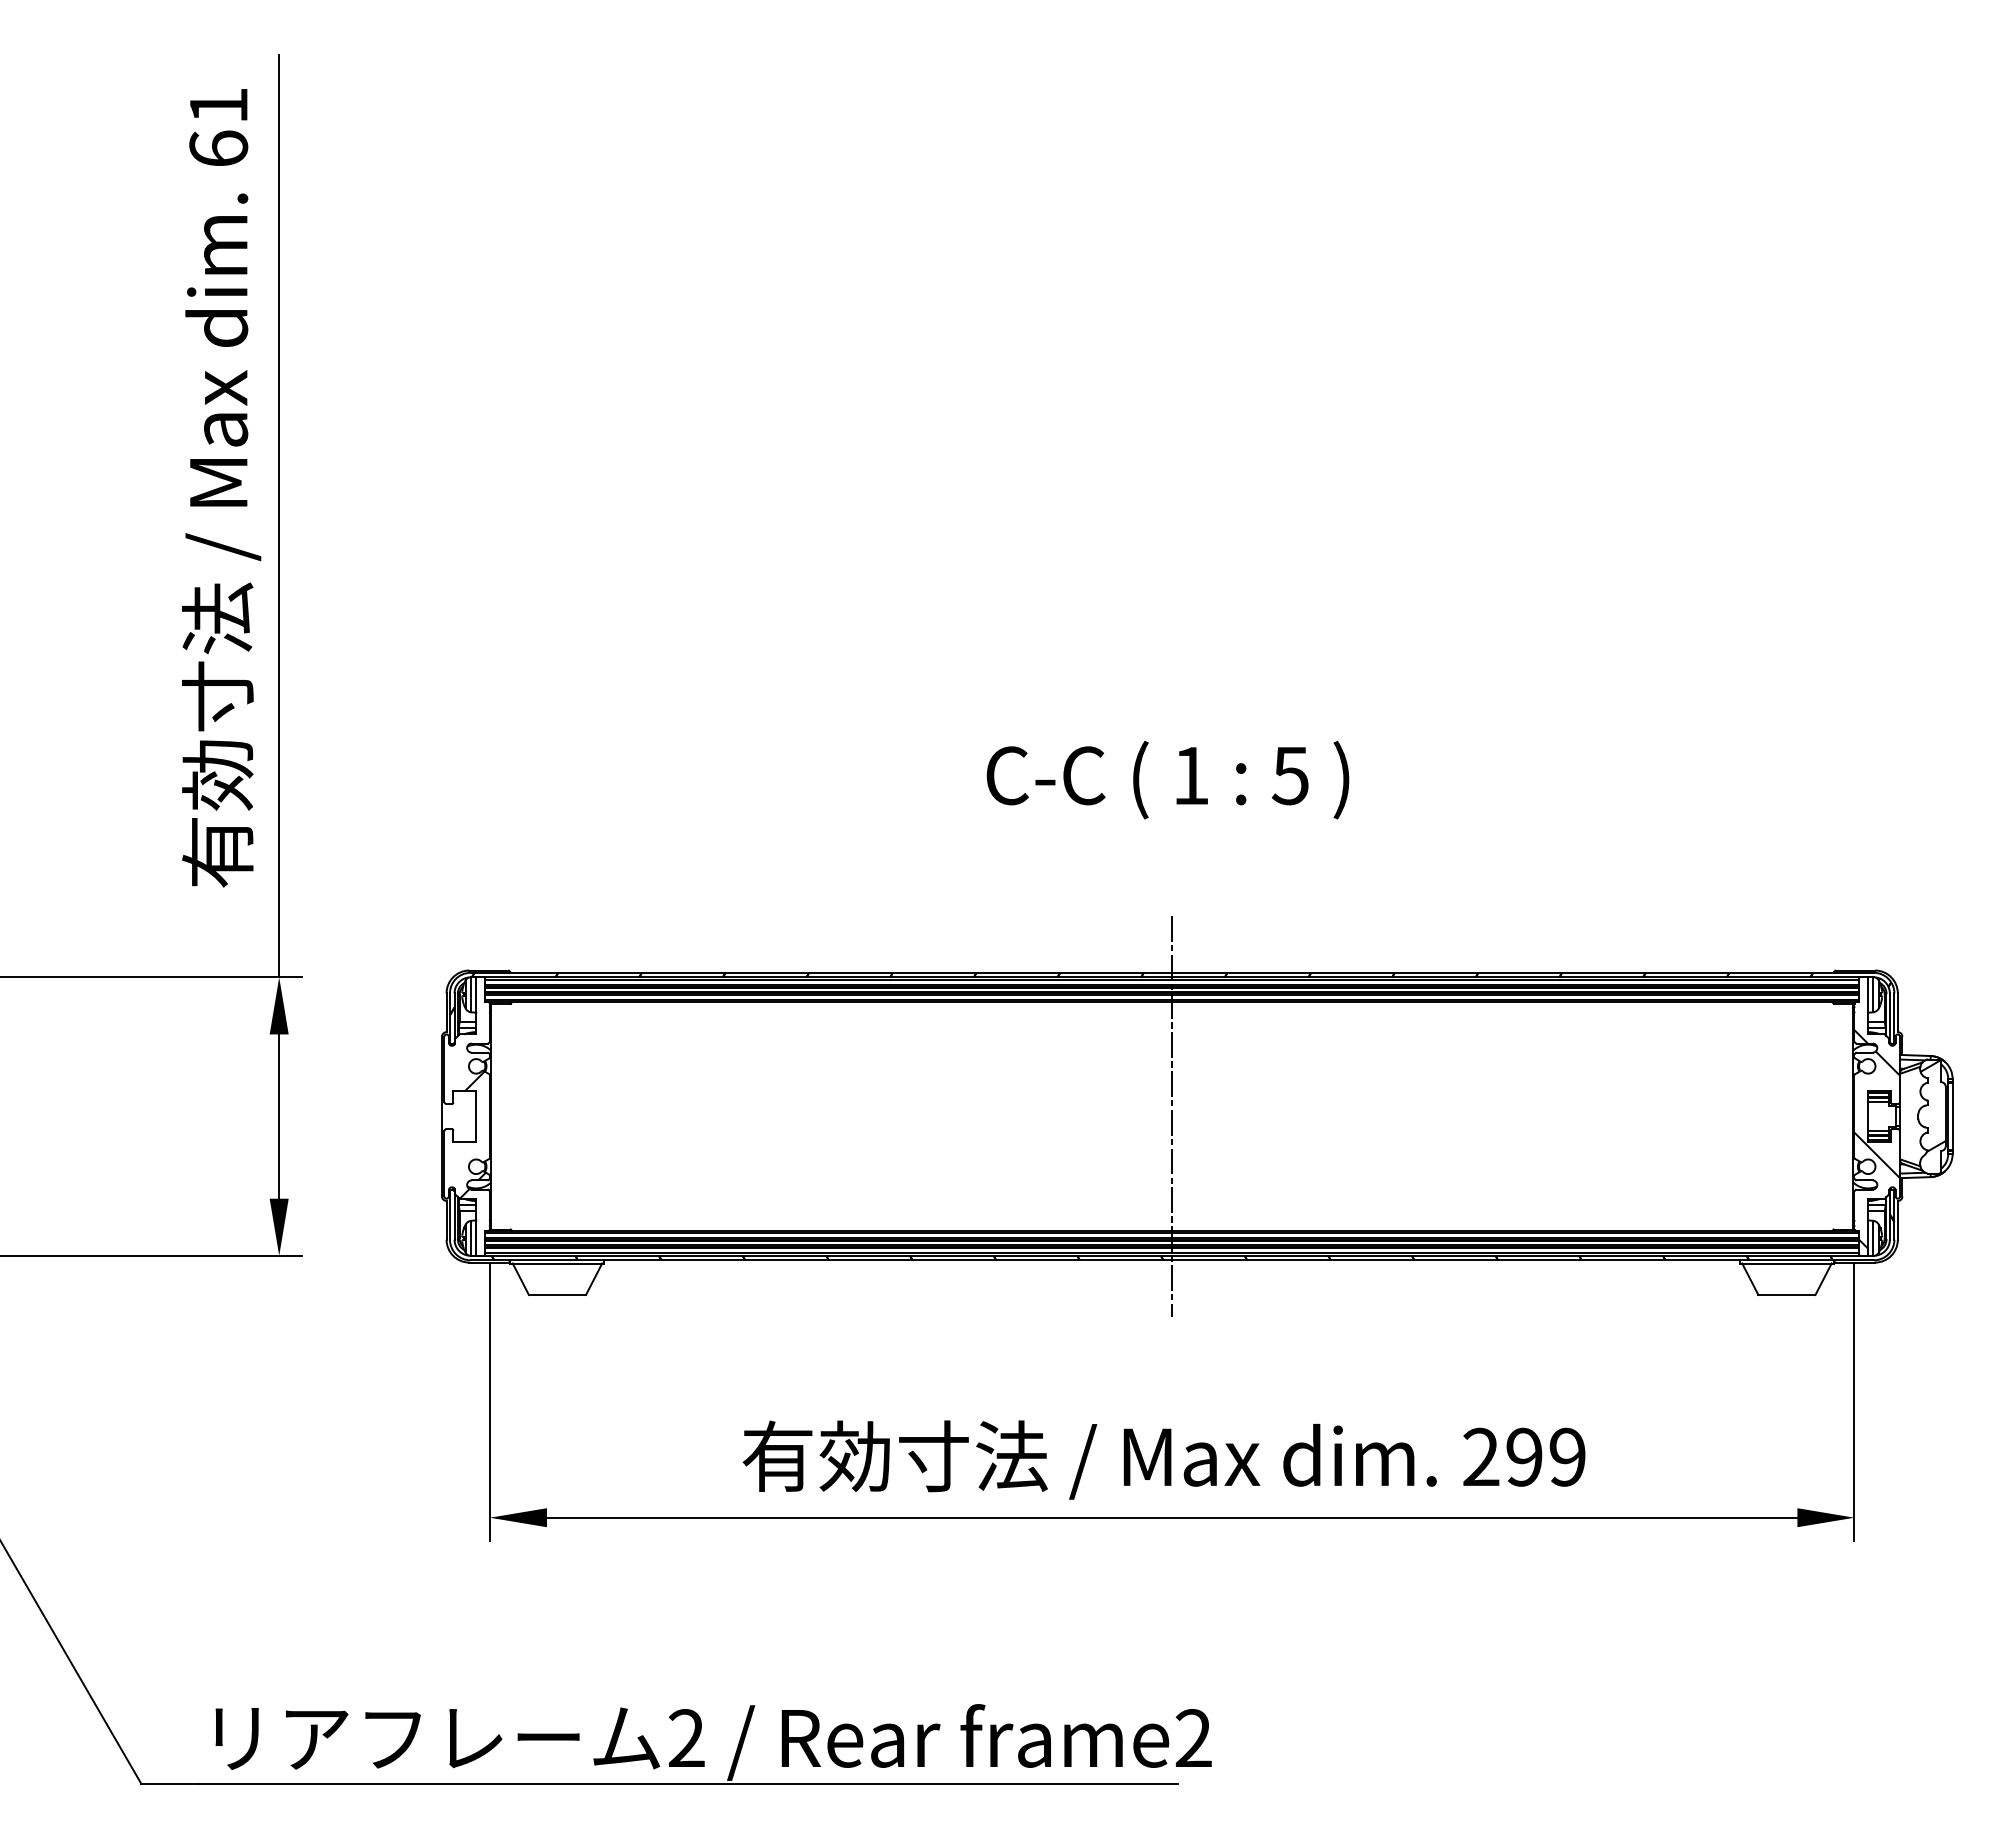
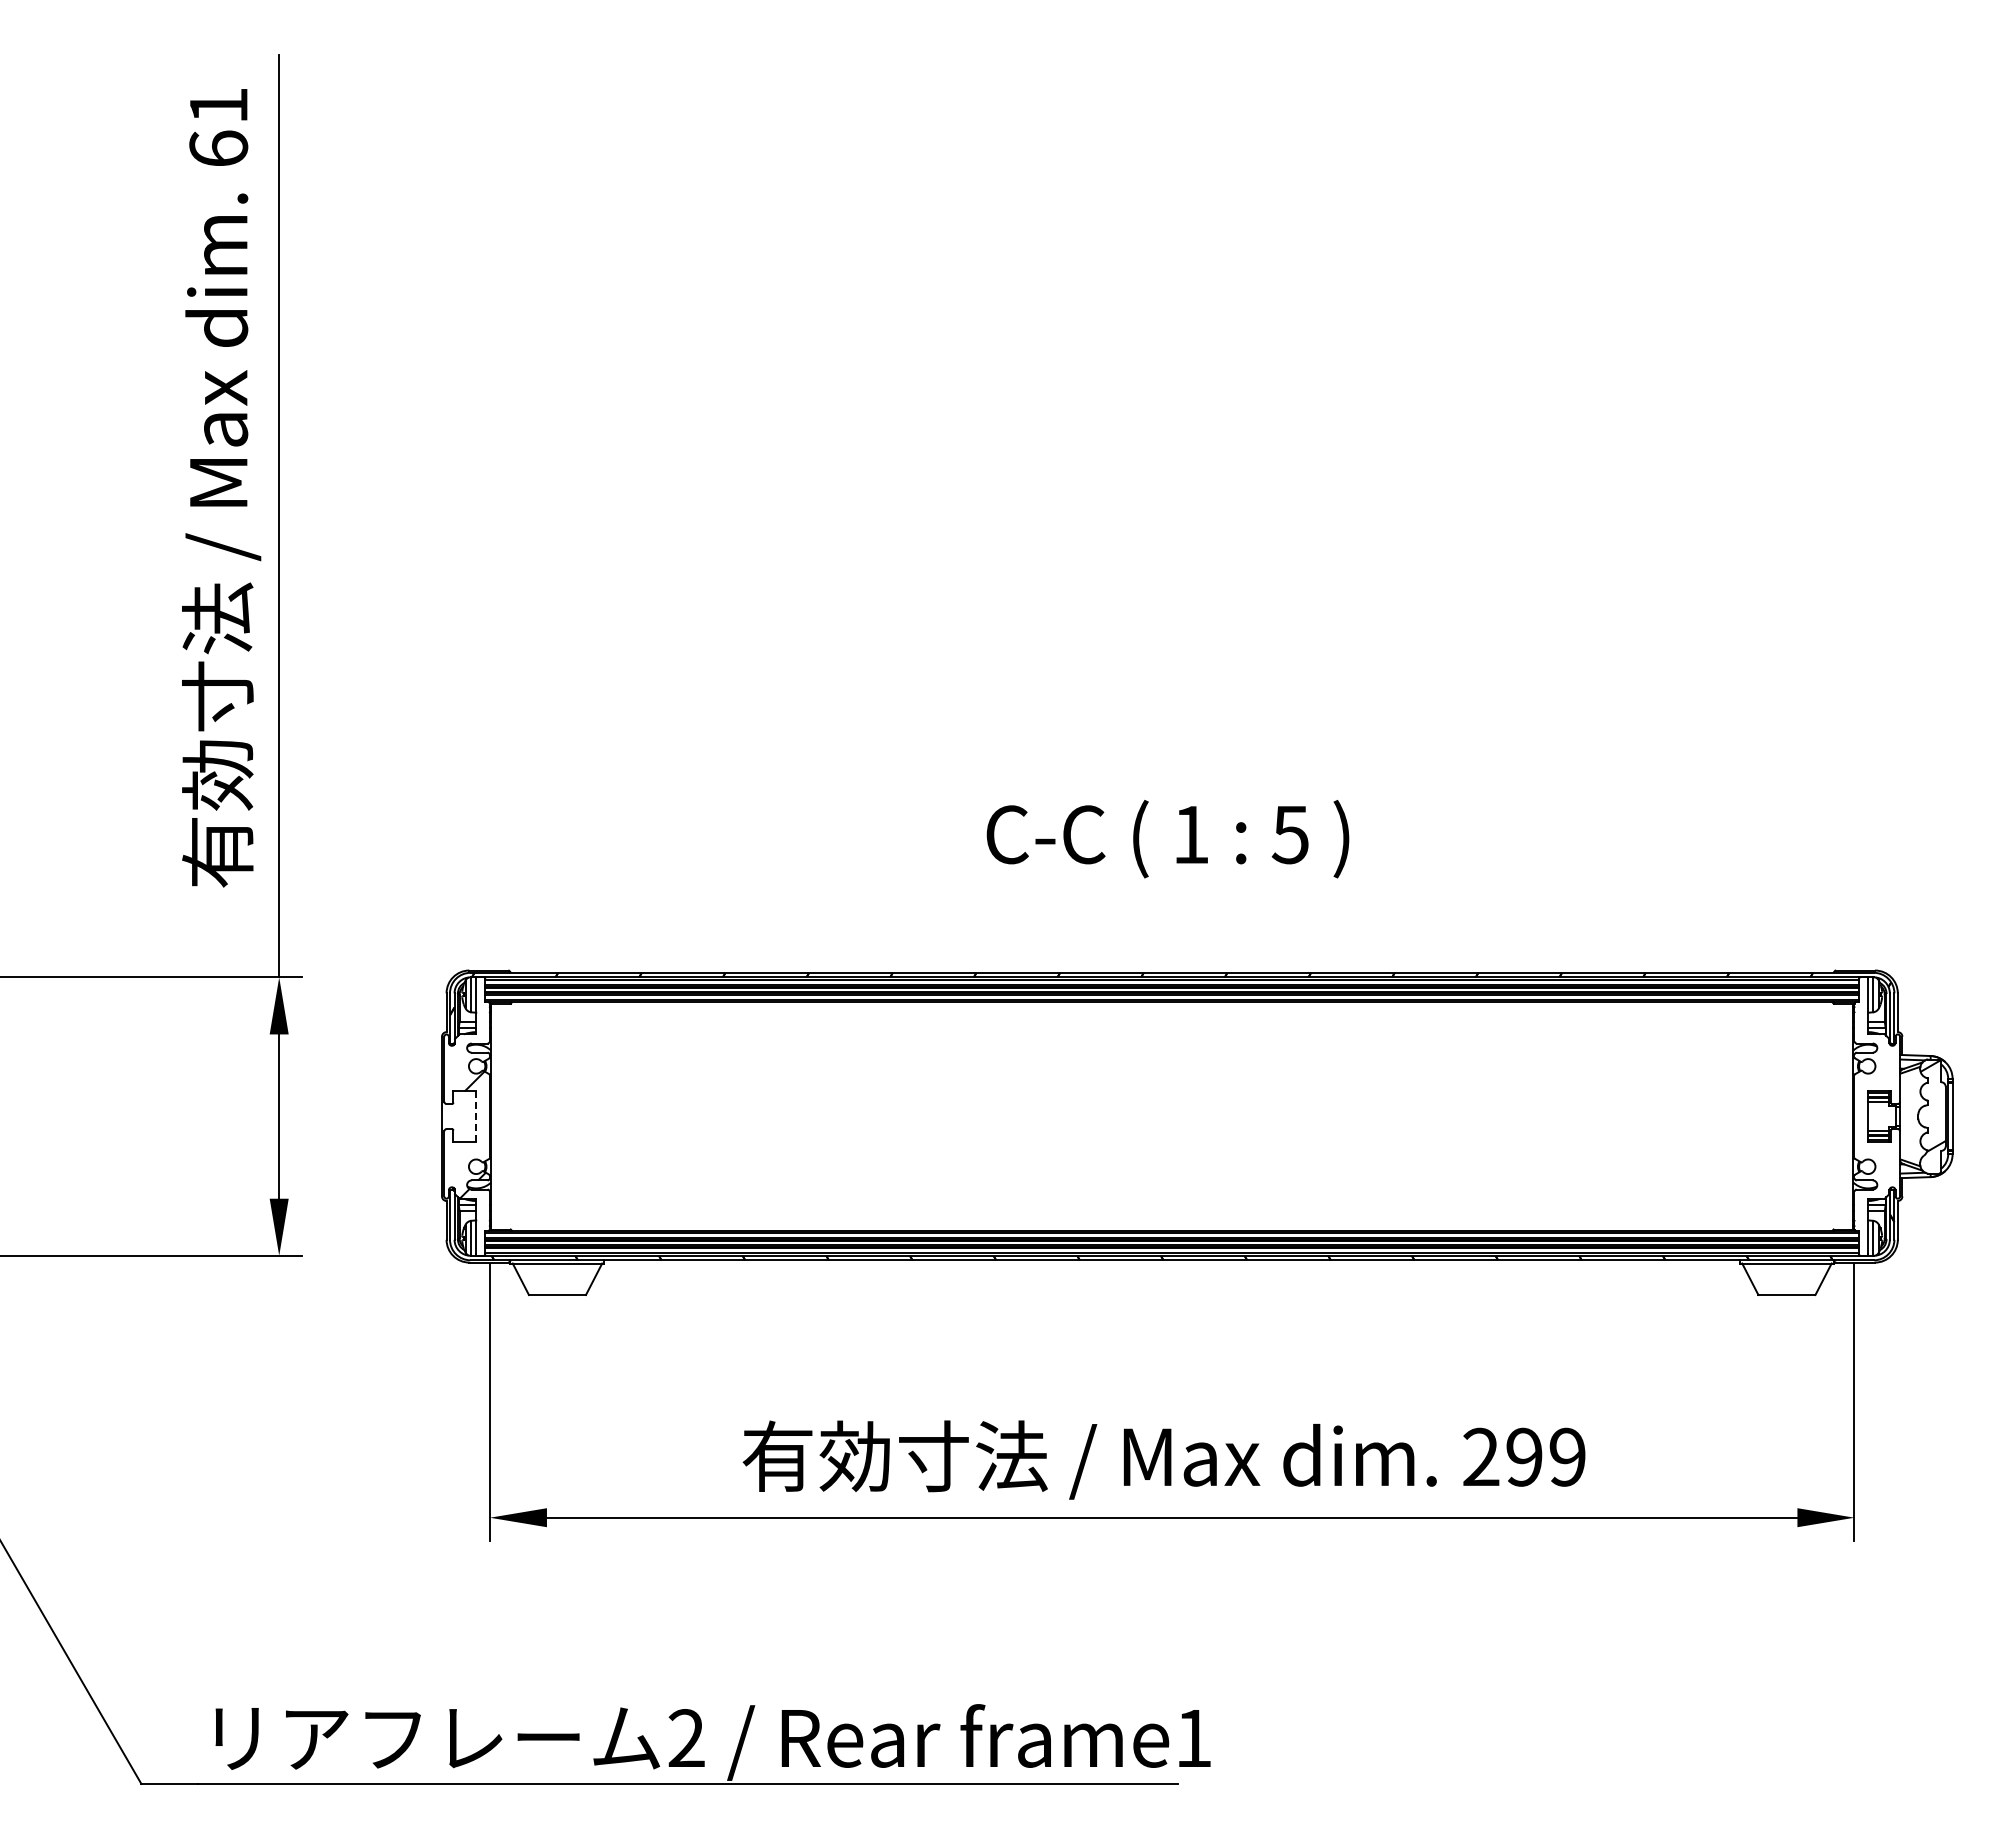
text at (1167, 780) position: (1167, 780) -> (1167, 839)
line at (1172, 1116): present -> none
line at (476, 1117): solid -> dashed
hatch at (1877, 1139): present -> none
text at (1193, 1737): frame2 -> frame1
